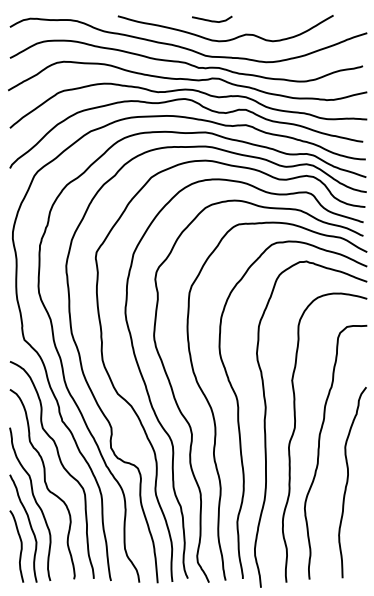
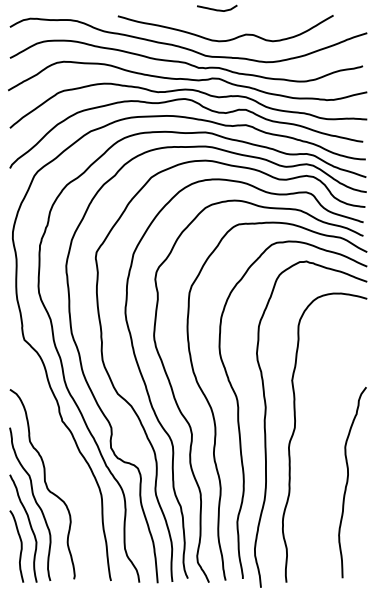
curve at (212, 20) position: (212, 20) -> (217, 9)
curve at (319, 451): present -> none
curve at (61, 465): present -> none
